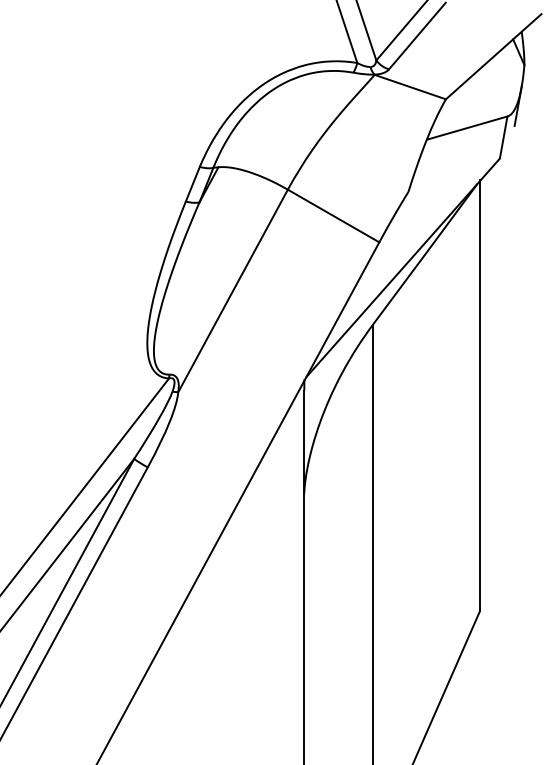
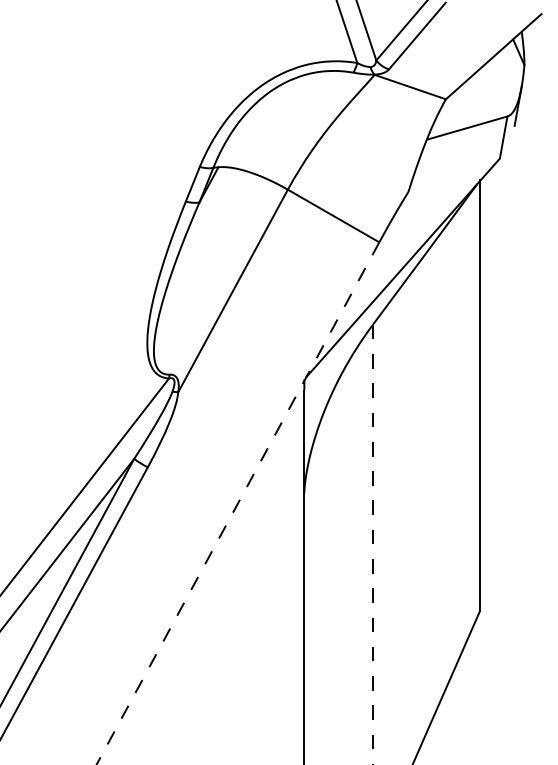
line at (237, 503): solid -> dashed
line at (372, 544): solid -> dashed
